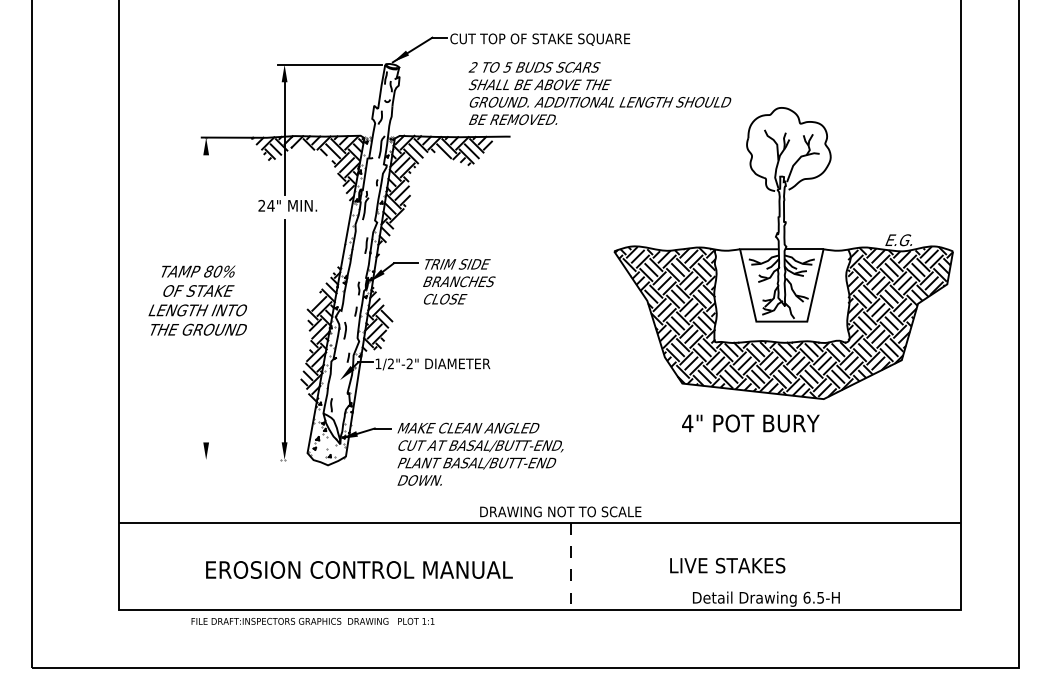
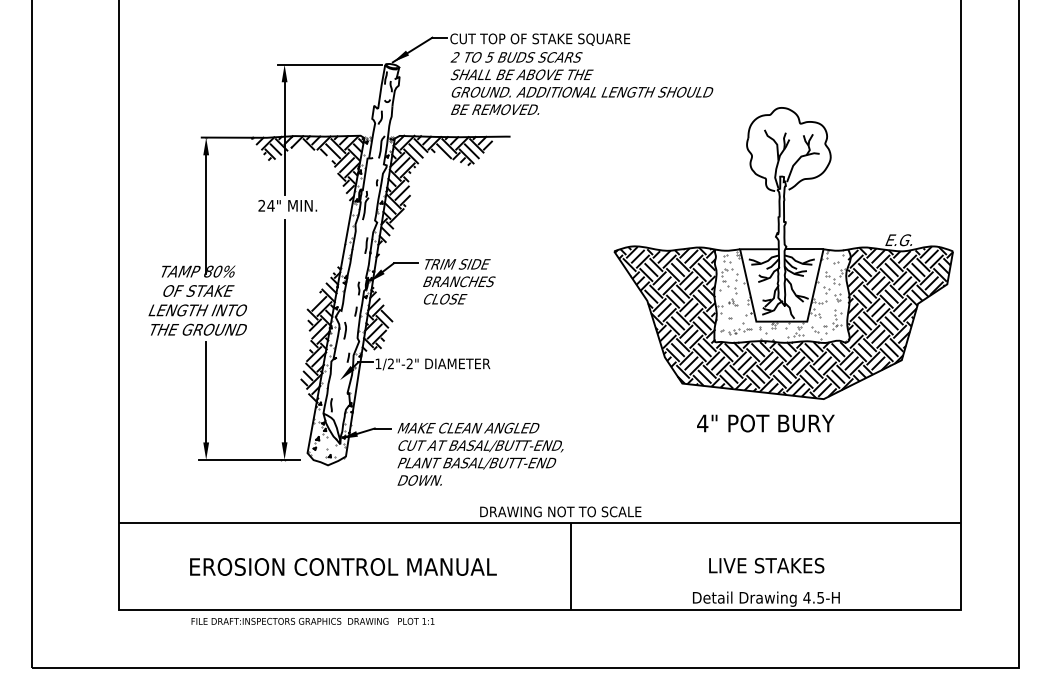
text at (599, 93) position: (599, 93) -> (581, 83)
line at (206, 211): none -> present
hatch at (781, 295): none -> present
line at (206, 395): none -> present
text at (750, 423) position: (750, 423) -> (765, 423)
line at (249, 459): none -> present
text at (727, 565) position: (727, 565) -> (766, 565)
line at (571, 566): dashed -> solid
text at (359, 569) position: (359, 569) -> (343, 566)
text at (806, 597): 6.5-H -> 4.5-H
